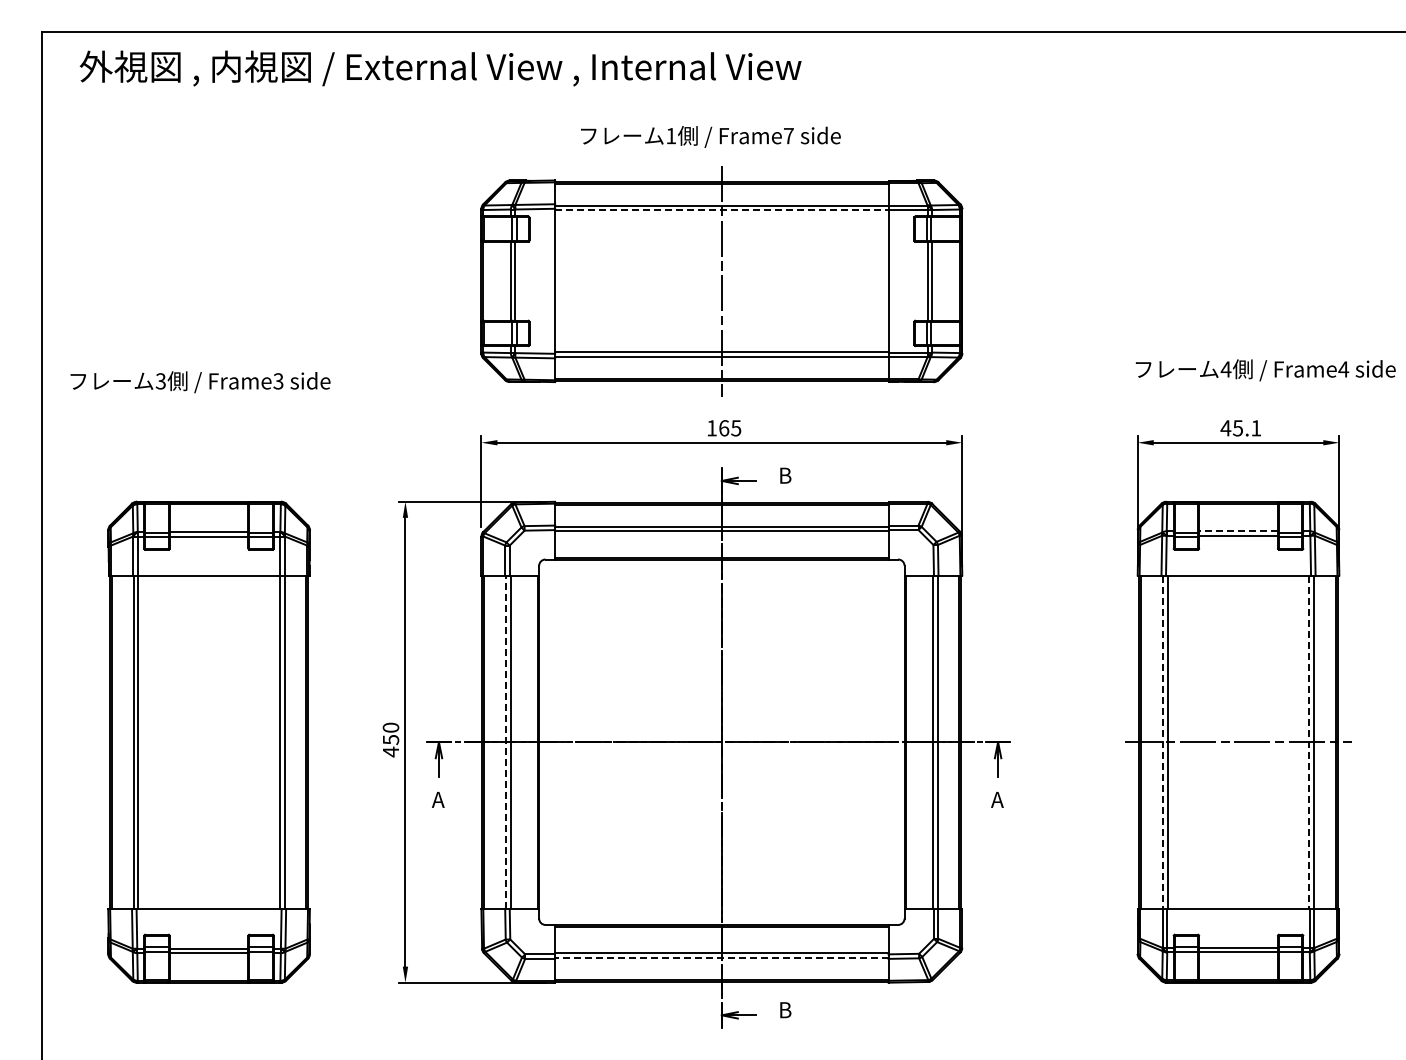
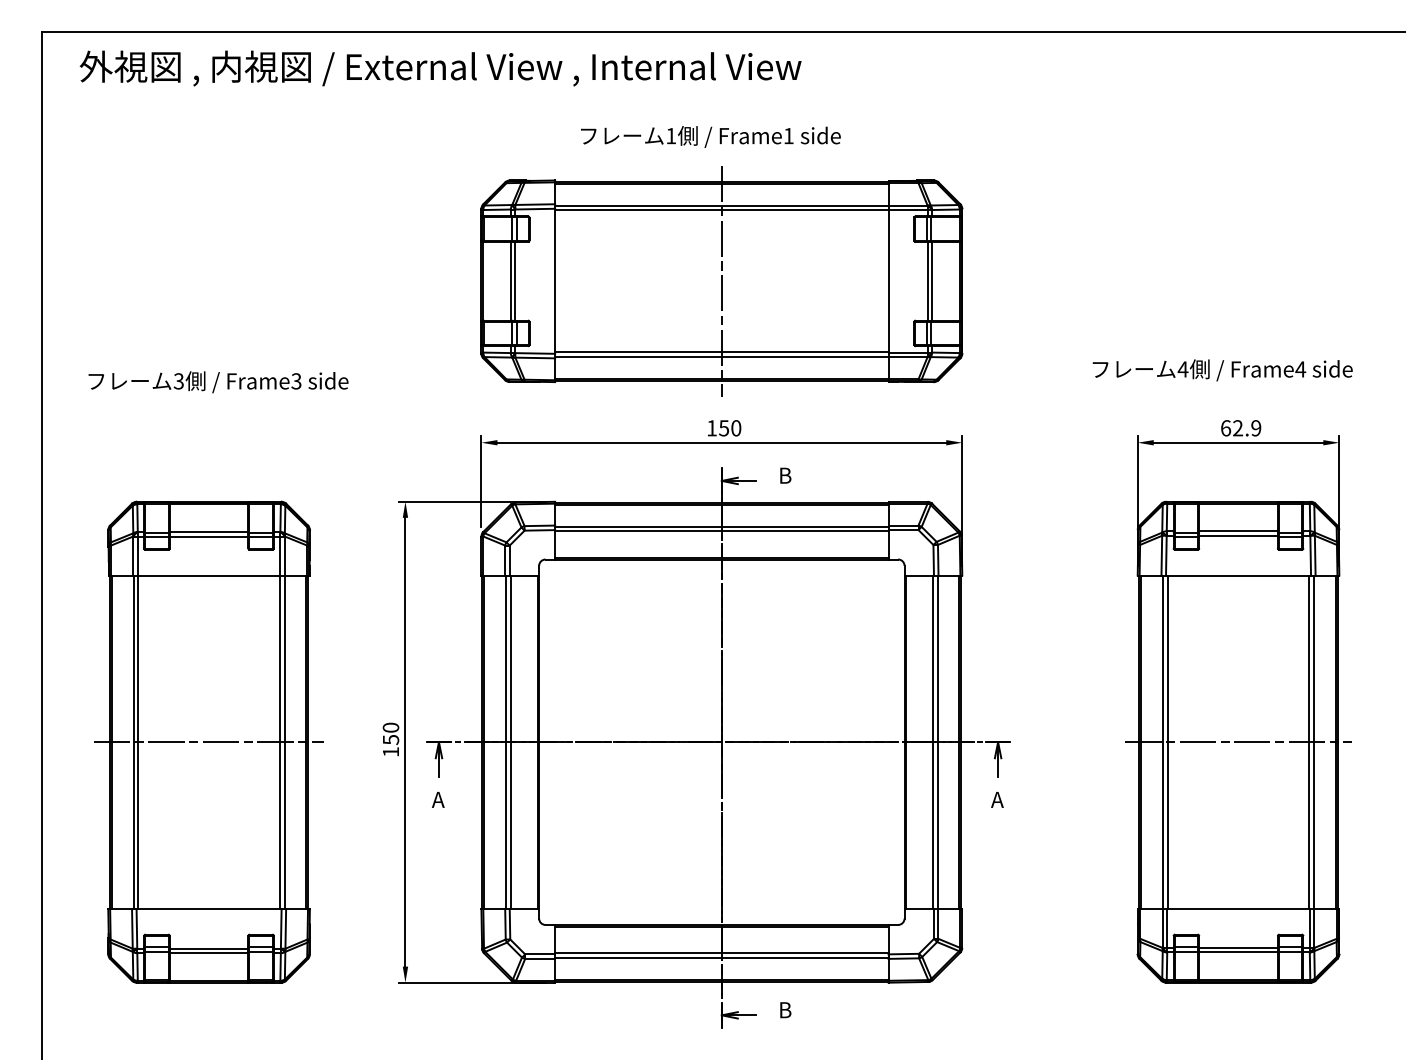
text at (788, 136): Frame7 -> Frame1
line at (721, 210): dashed -> solid
text at (1265, 370) position: (1265, 370) -> (1222, 370)
text at (200, 382) position: (200, 382) -> (218, 382)
text at (730, 428): 165 -> 150
text at (1240, 428): 45.1 -> 62.9
line at (1238, 531): dashed -> solid
line at (208, 742): none -> present
line at (506, 742): dashed -> solid
line at (1163, 742): dashed -> solid
line at (1309, 742): dashed -> solid
text at (390, 751): 450 -> 150
line at (721, 957): dashed -> solid
